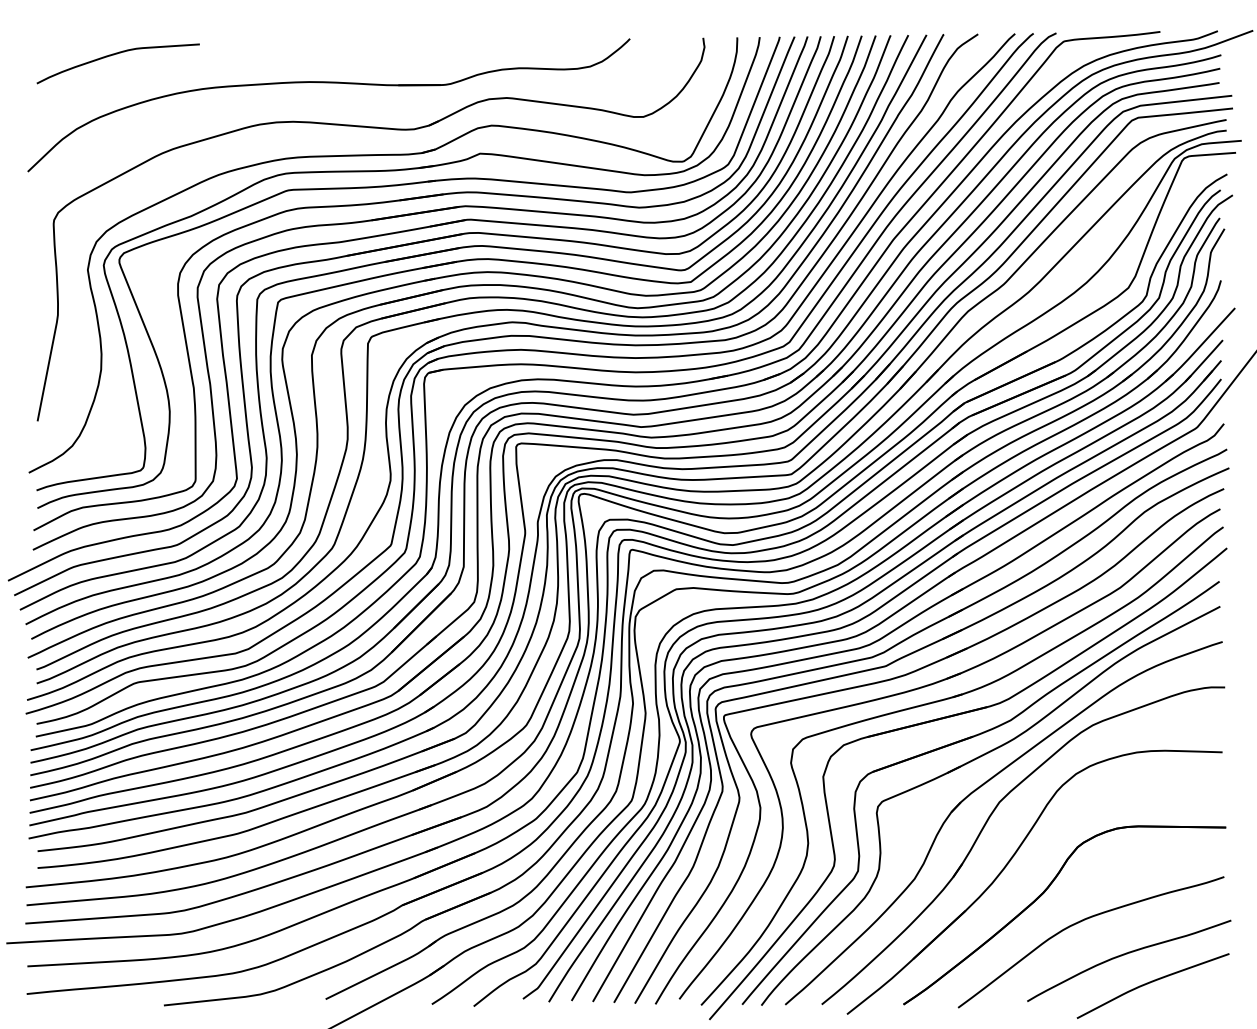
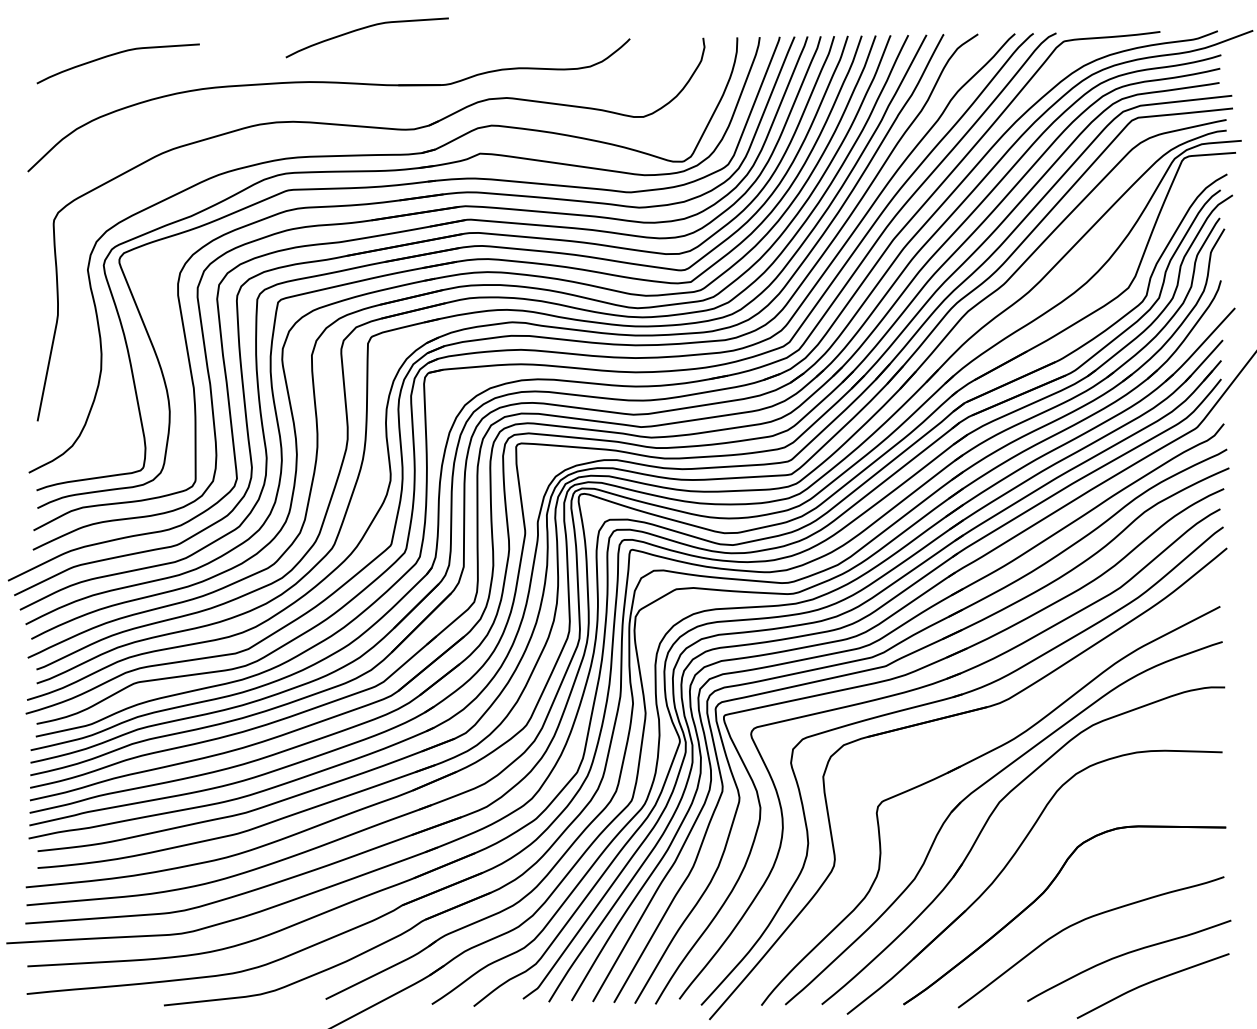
curve at (363, 29): none -> present
part at (963, 741): present -> none
